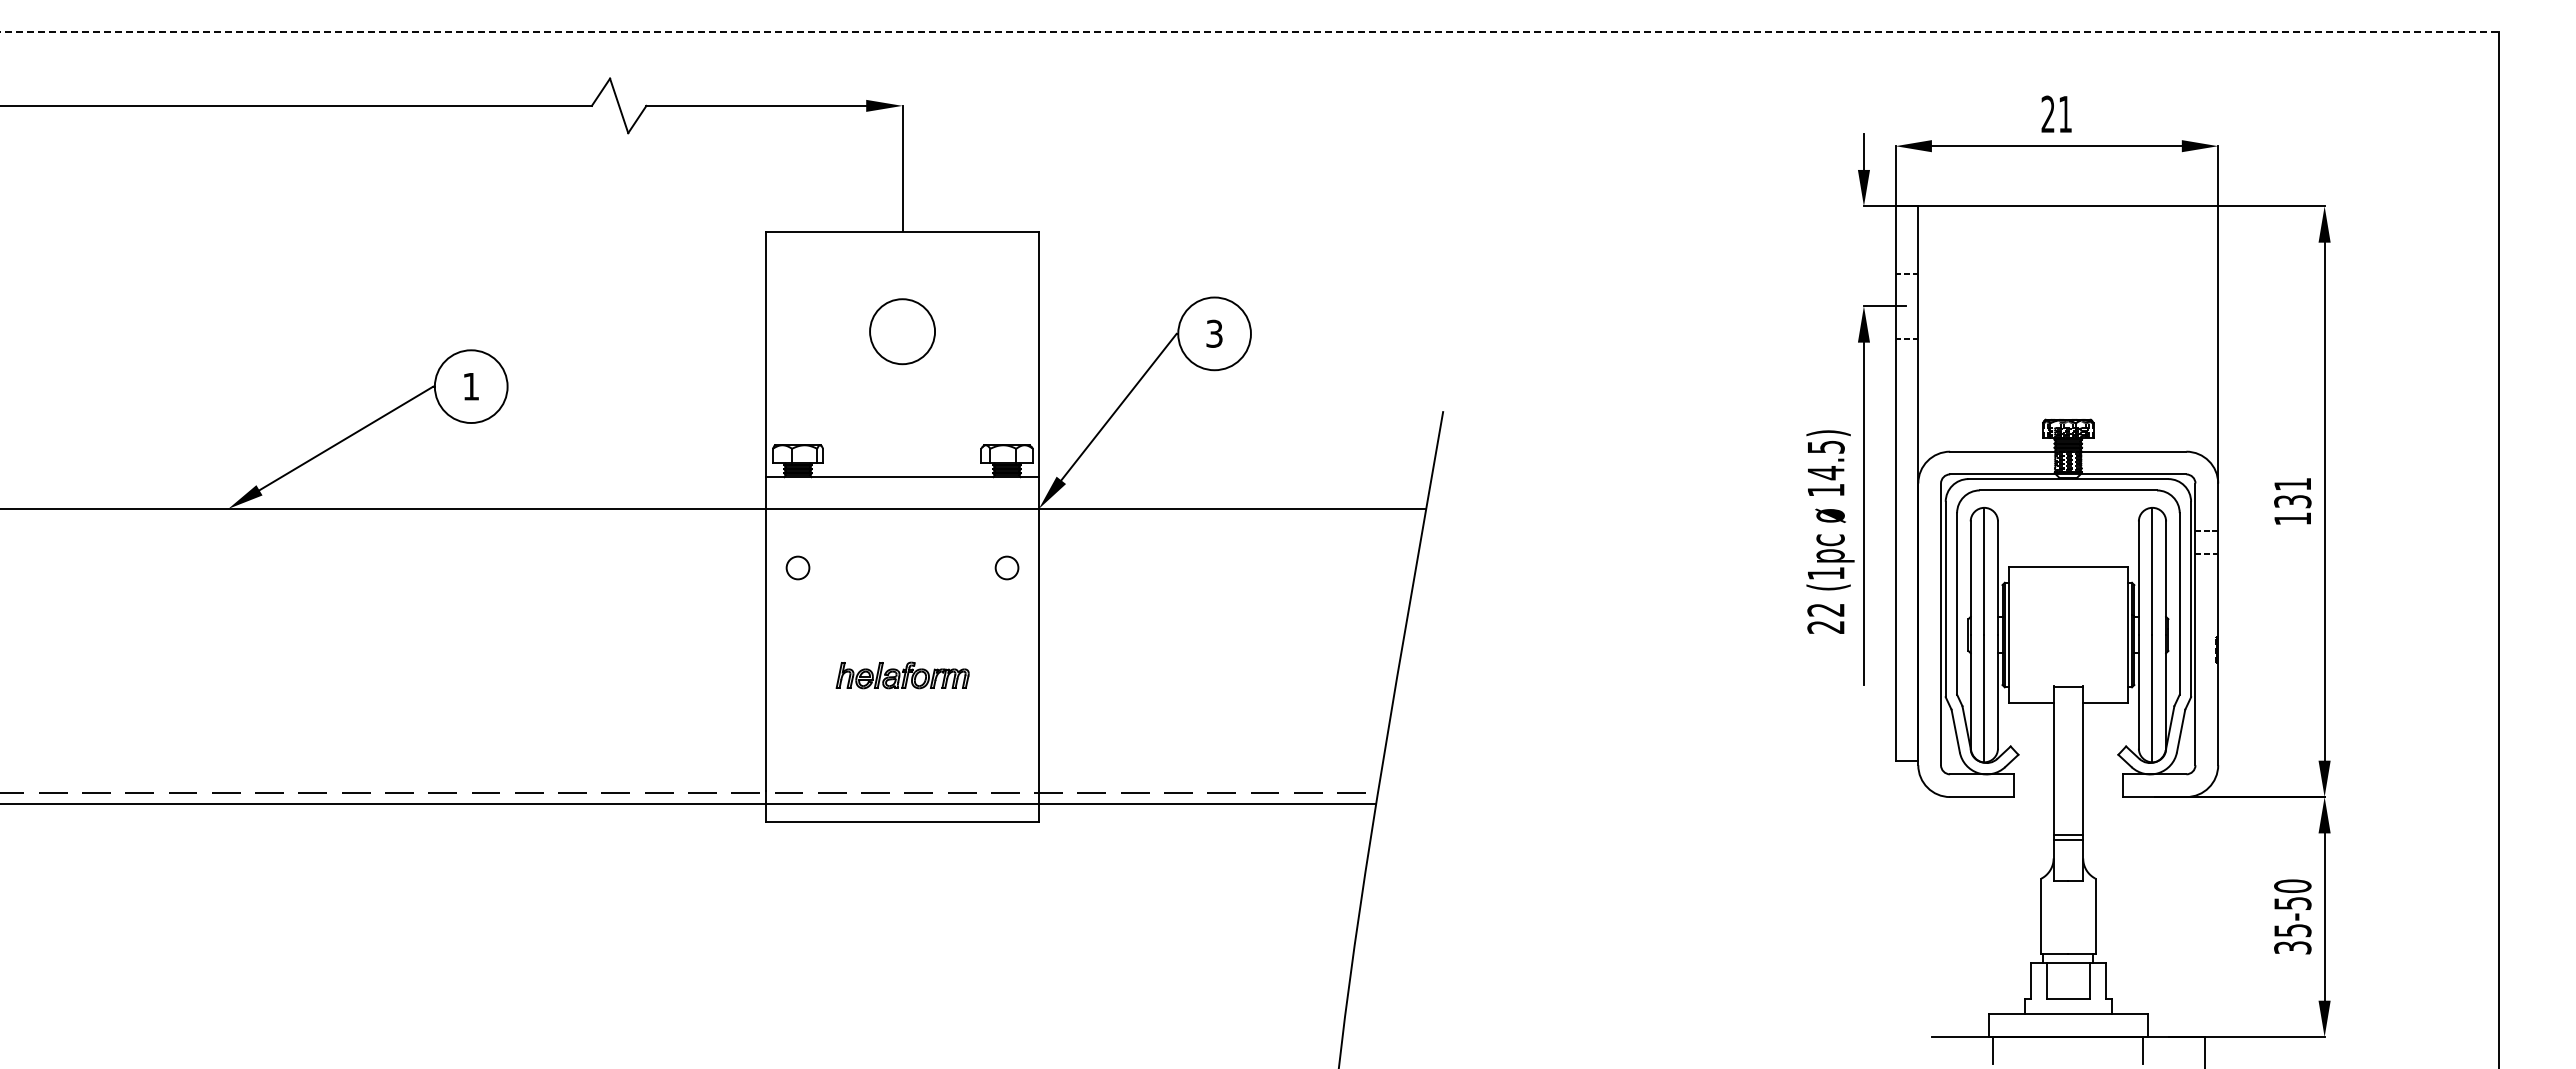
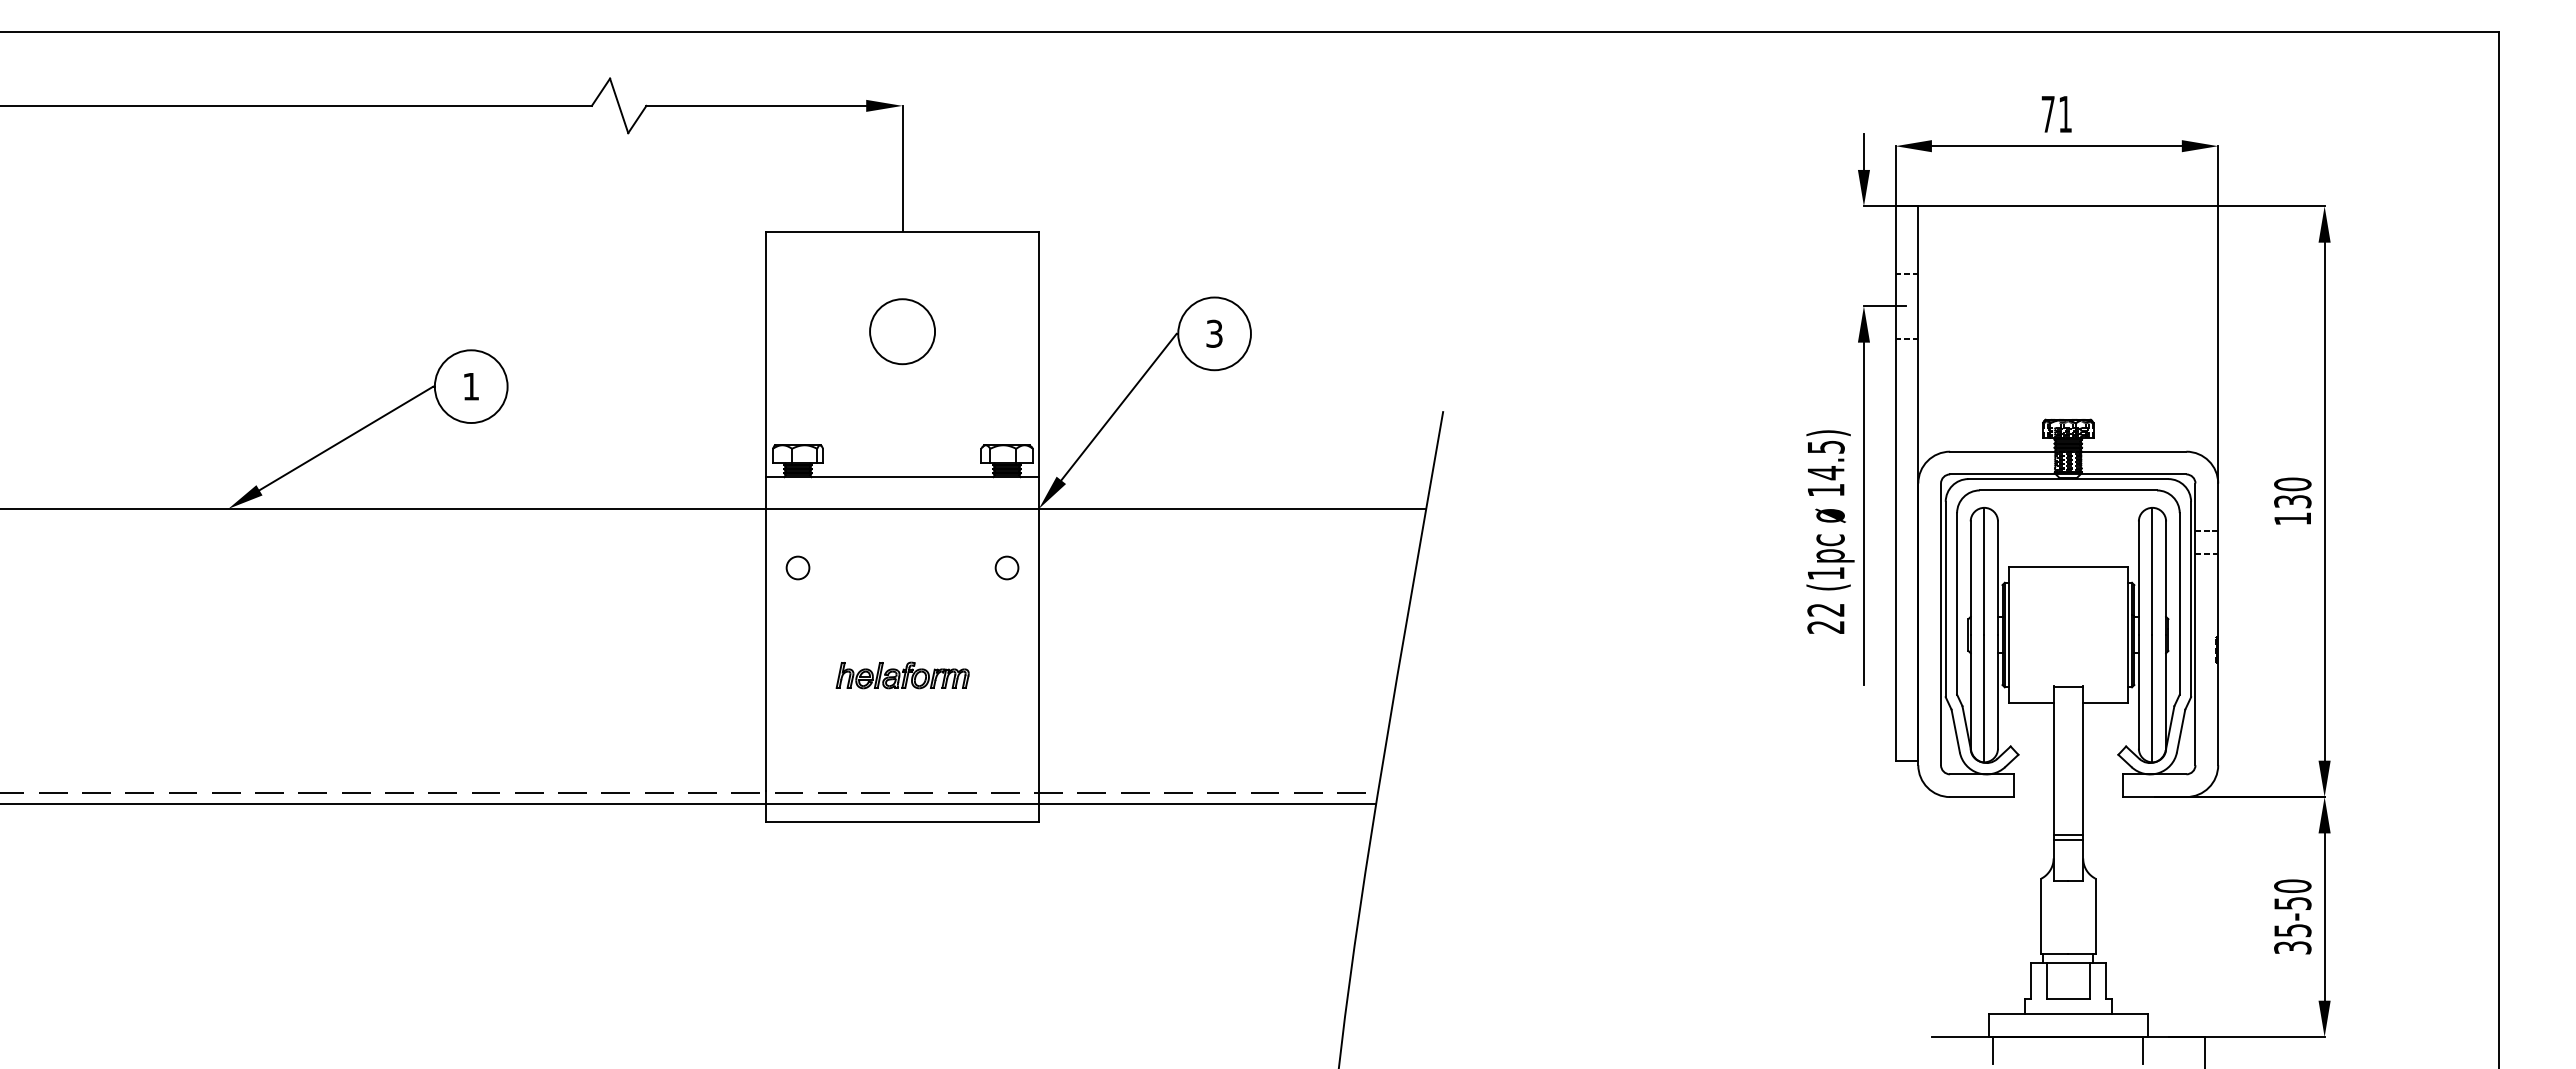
line at (1249, 31): dashed -> solid
text at (2047, 113): 21 -> 71
text at (2292, 484): 131 -> 130
